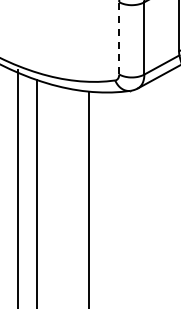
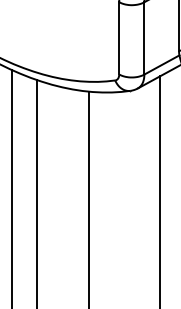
line at (119, 37): dashed -> solid
line at (18, 187) position: (18, 187) -> (12, 187)
line at (160, 190): none -> present
